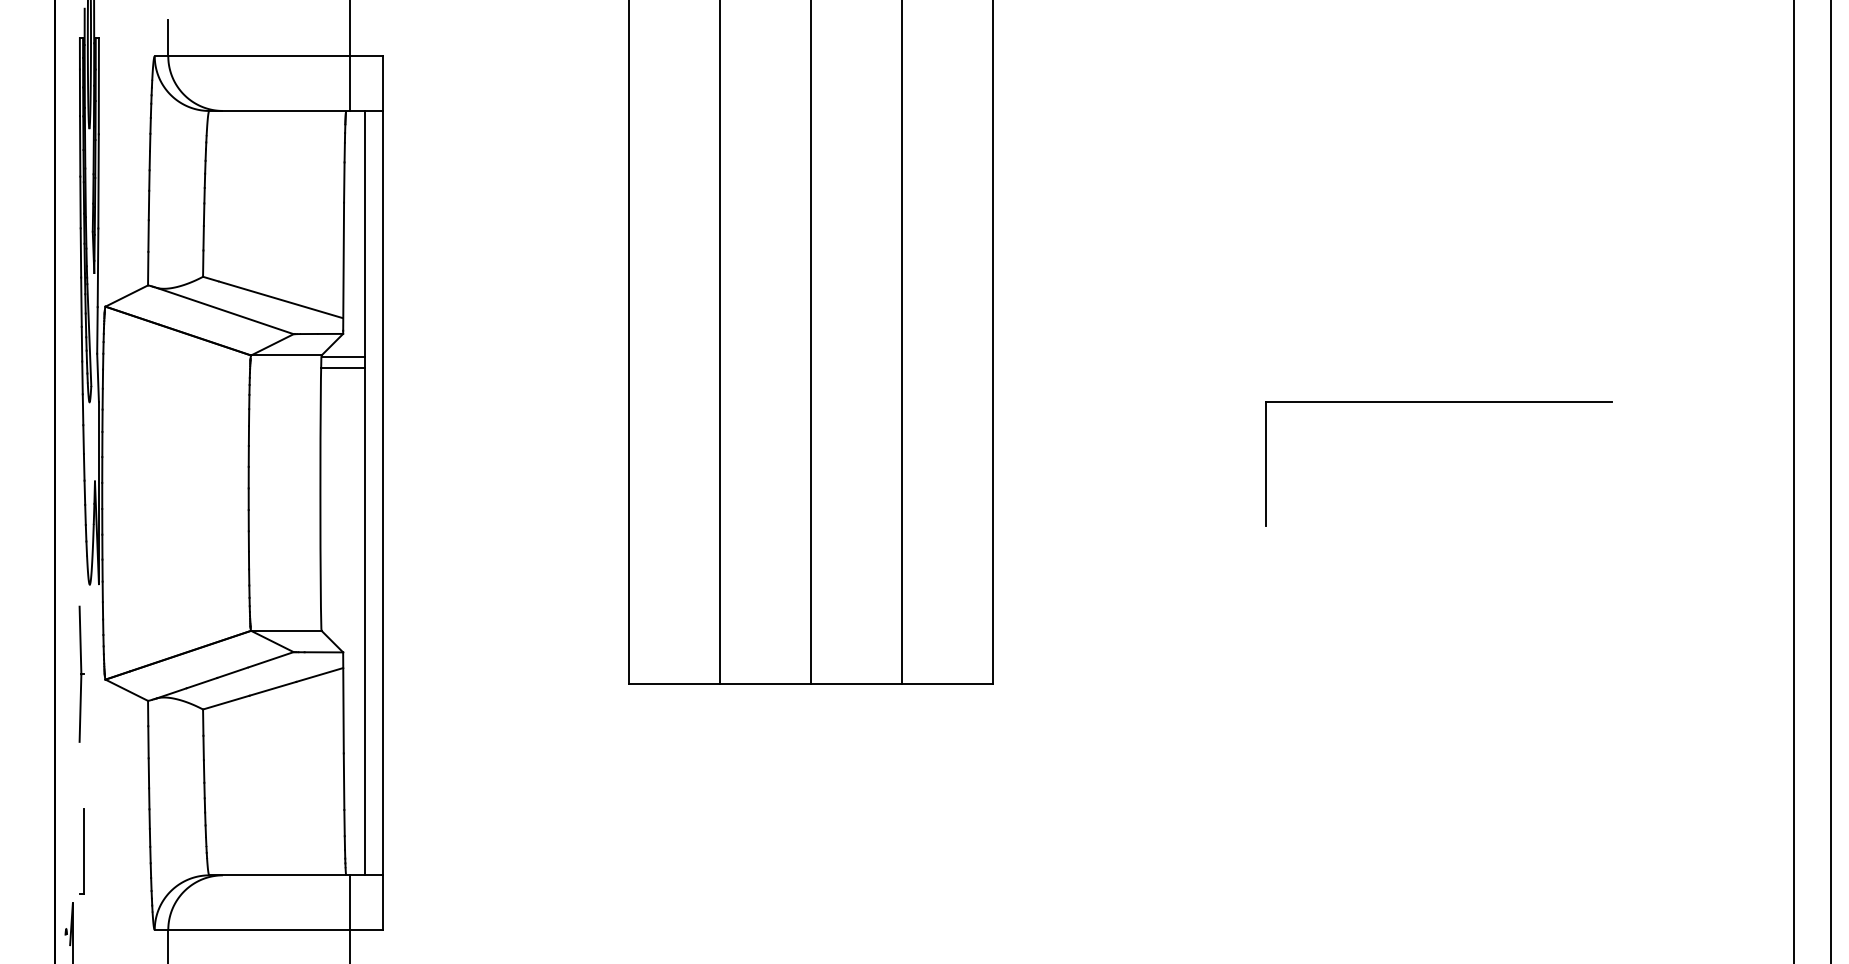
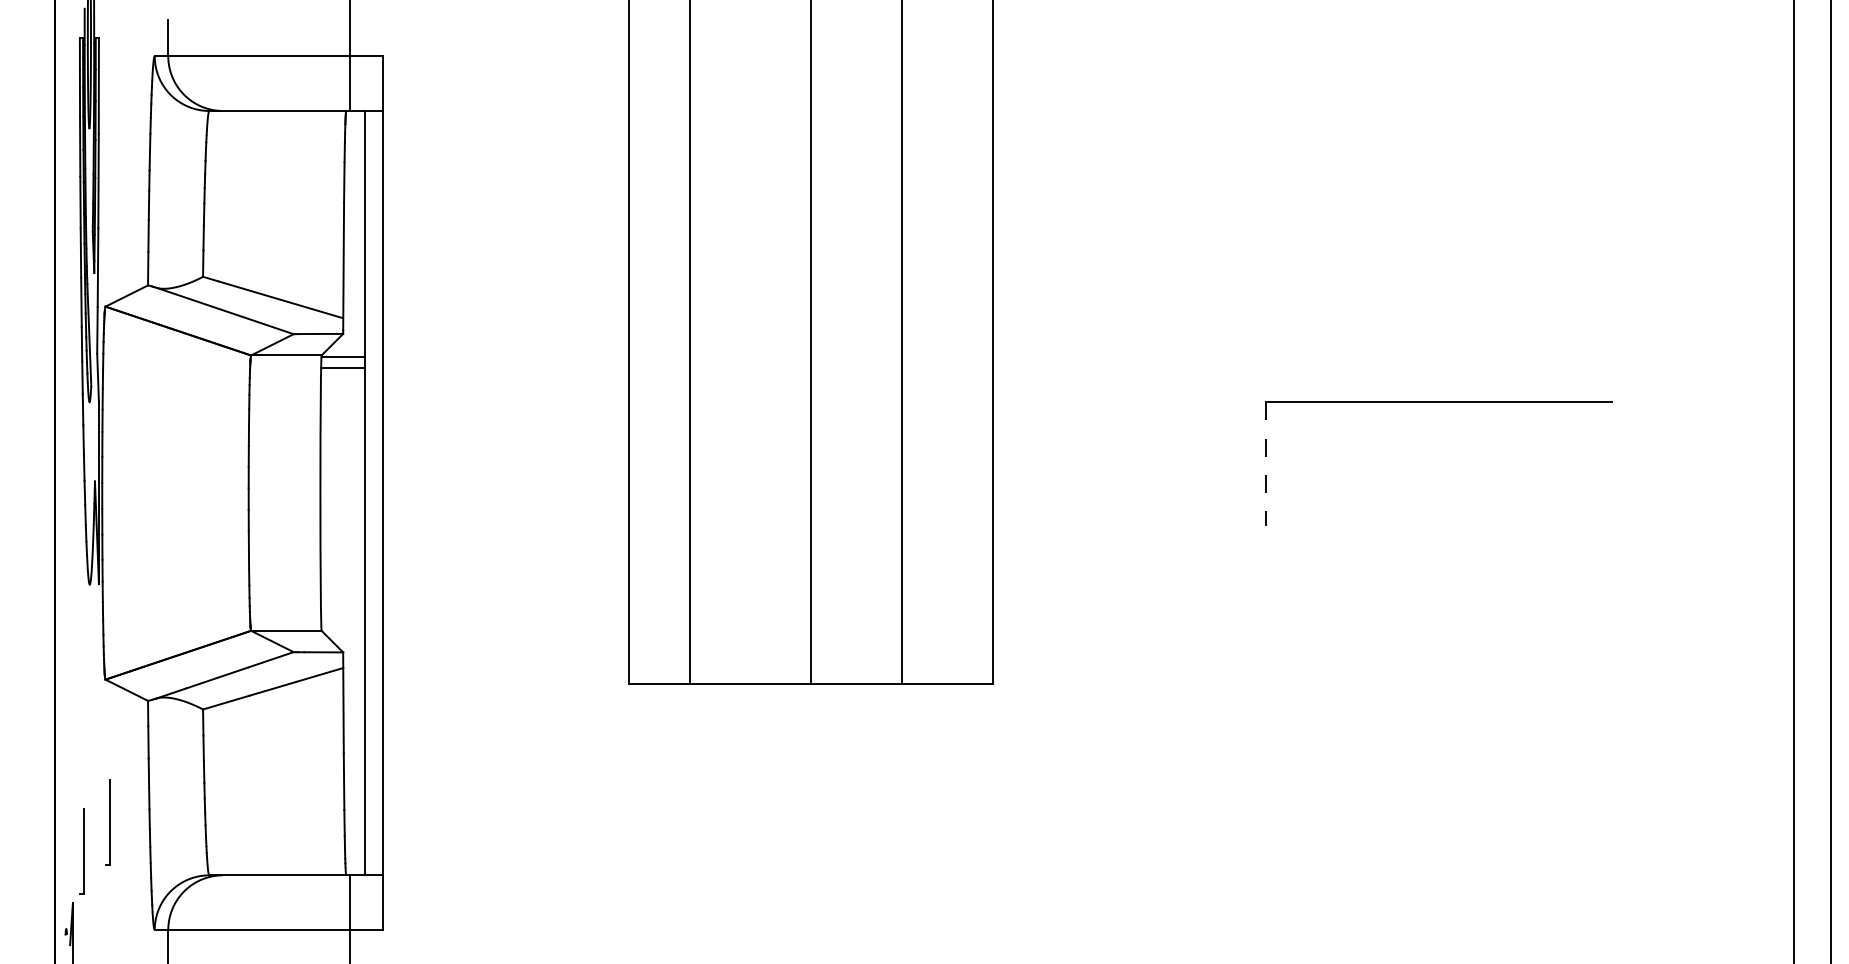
line at (719, 343) position: (719, 343) -> (689, 343)
line at (1265, 463): solid -> dashed
part at (81, 673): present -> none
part at (107, 822): none -> present
